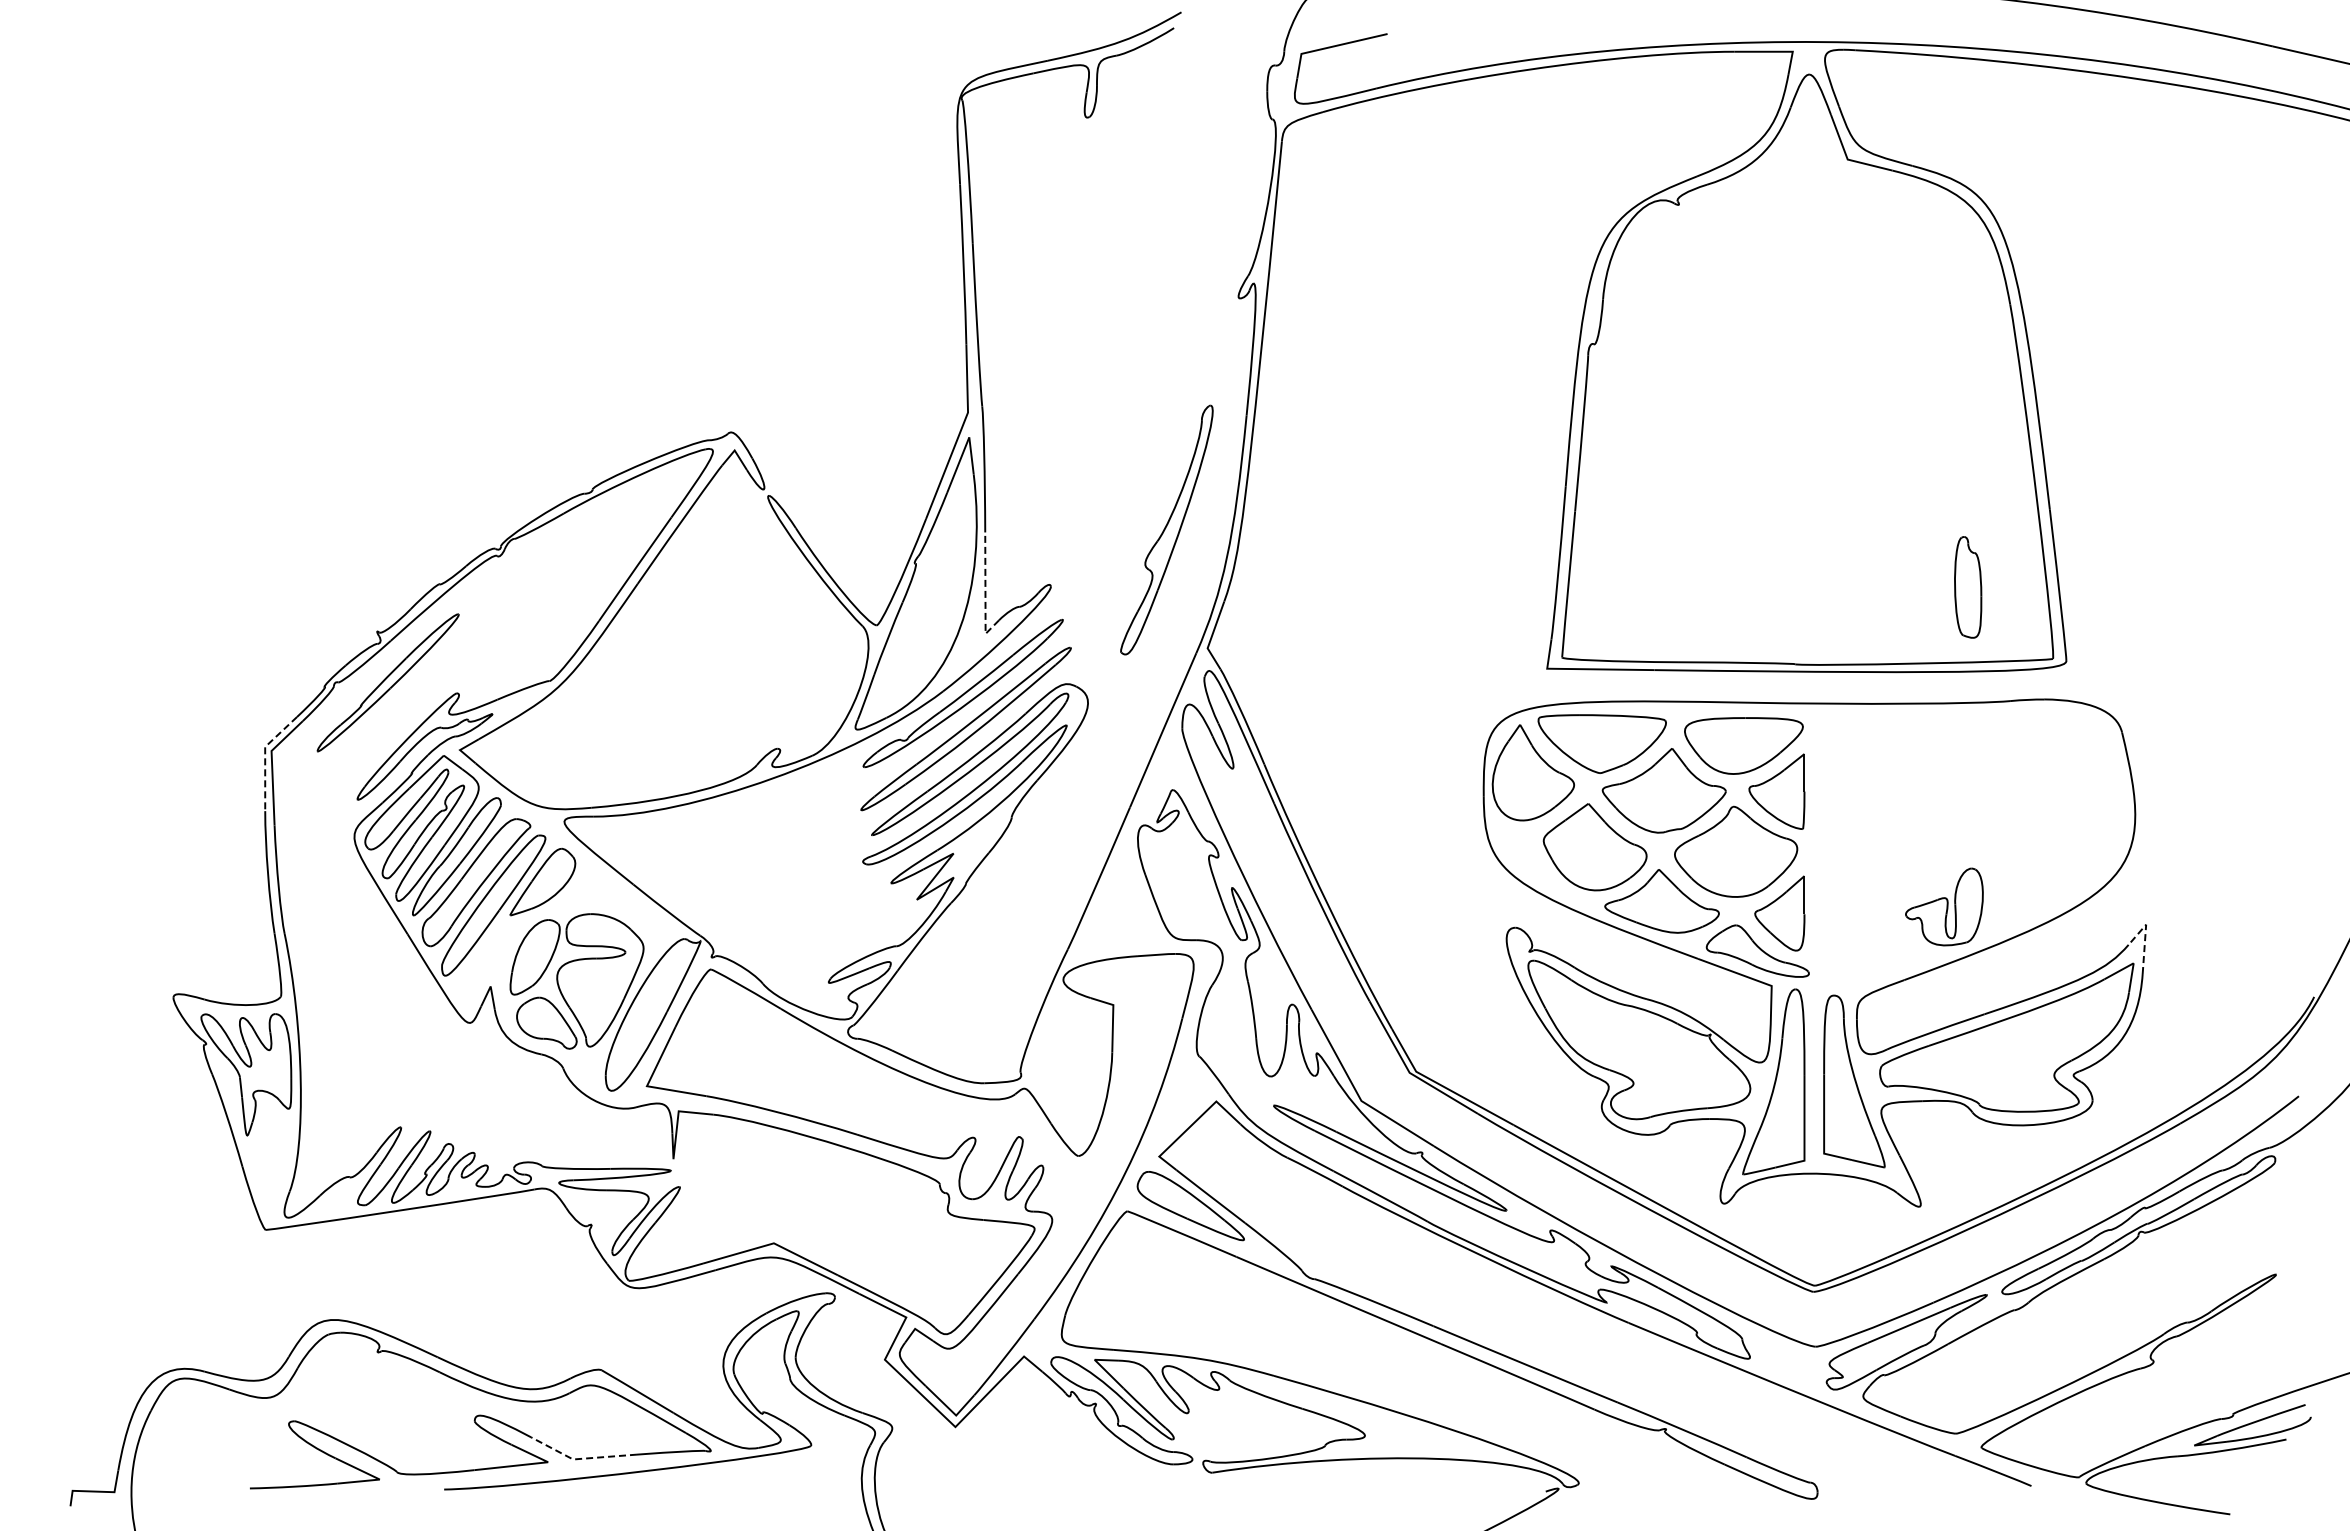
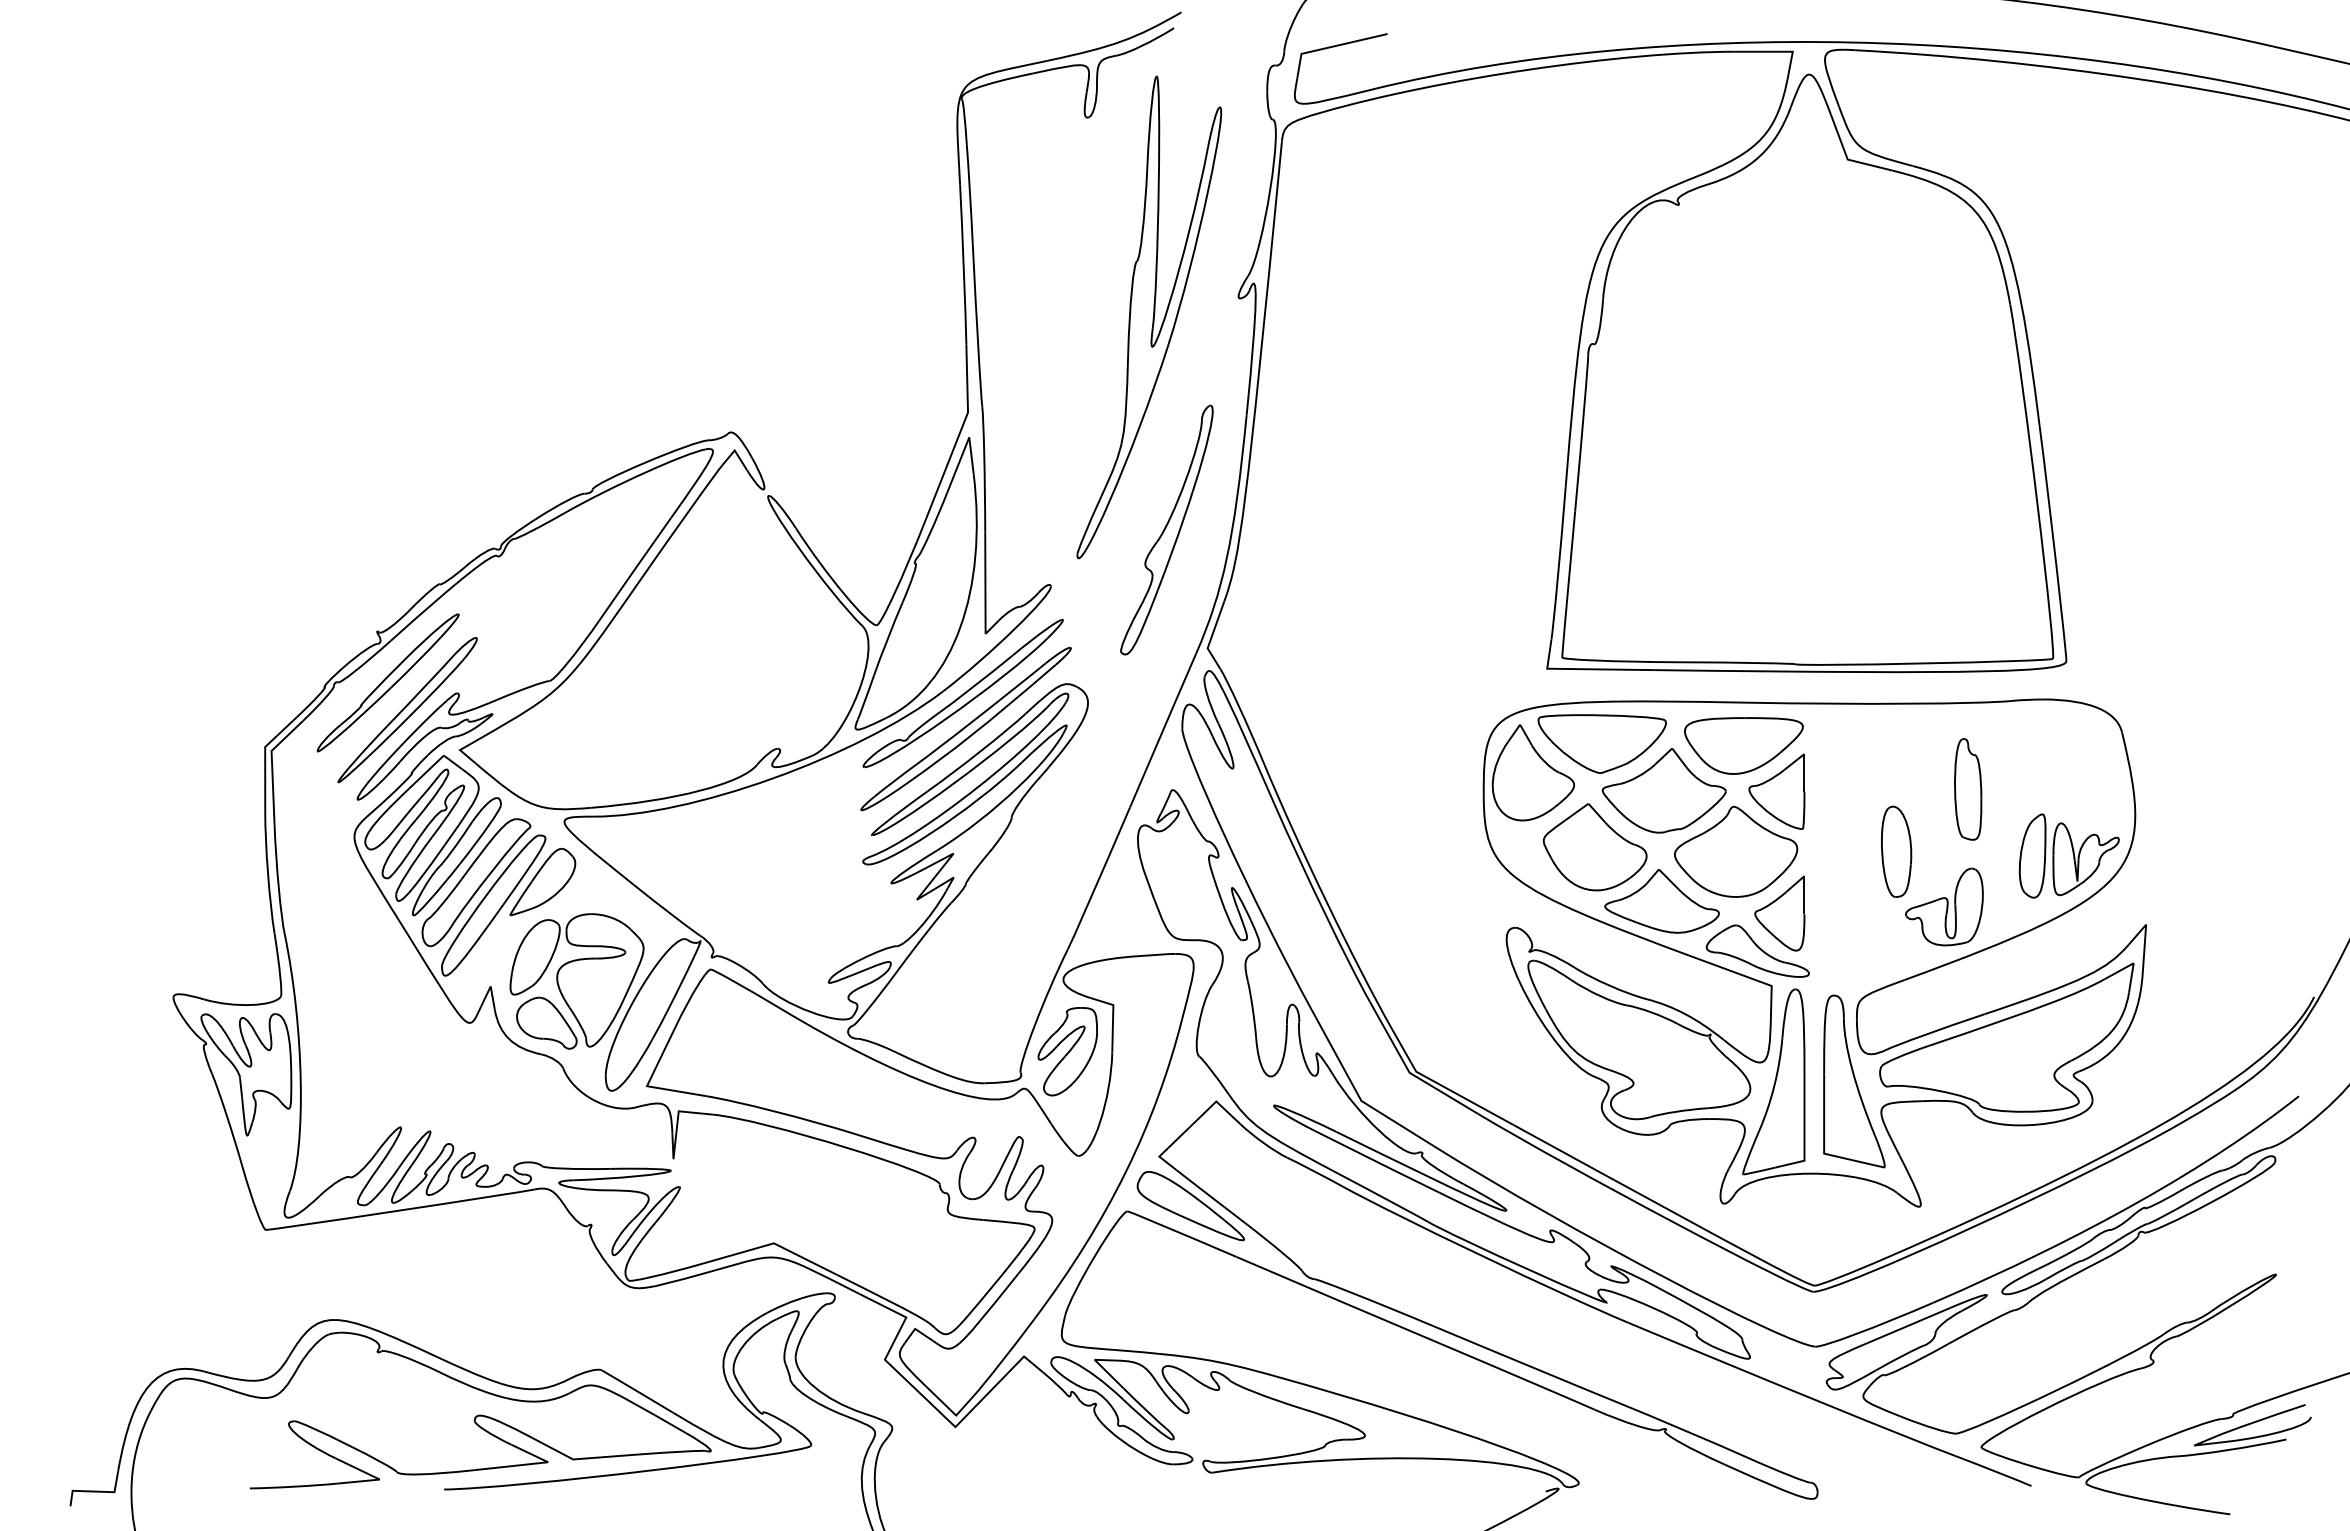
part at (1149, 317): none -> present
part at (1968, 587) position: (1968, 587) -> (1968, 789)
line at (985, 593): dashed -> solid
part at (407, 710): none -> present
line at (265, 756): dashed -> solid
part at (1896, 851): none -> present
part at (2068, 855): none -> present
line at (2145, 935): dashed -> solid
part at (1067, 1051): none -> present
line at (580, 1458): dashed -> solid
